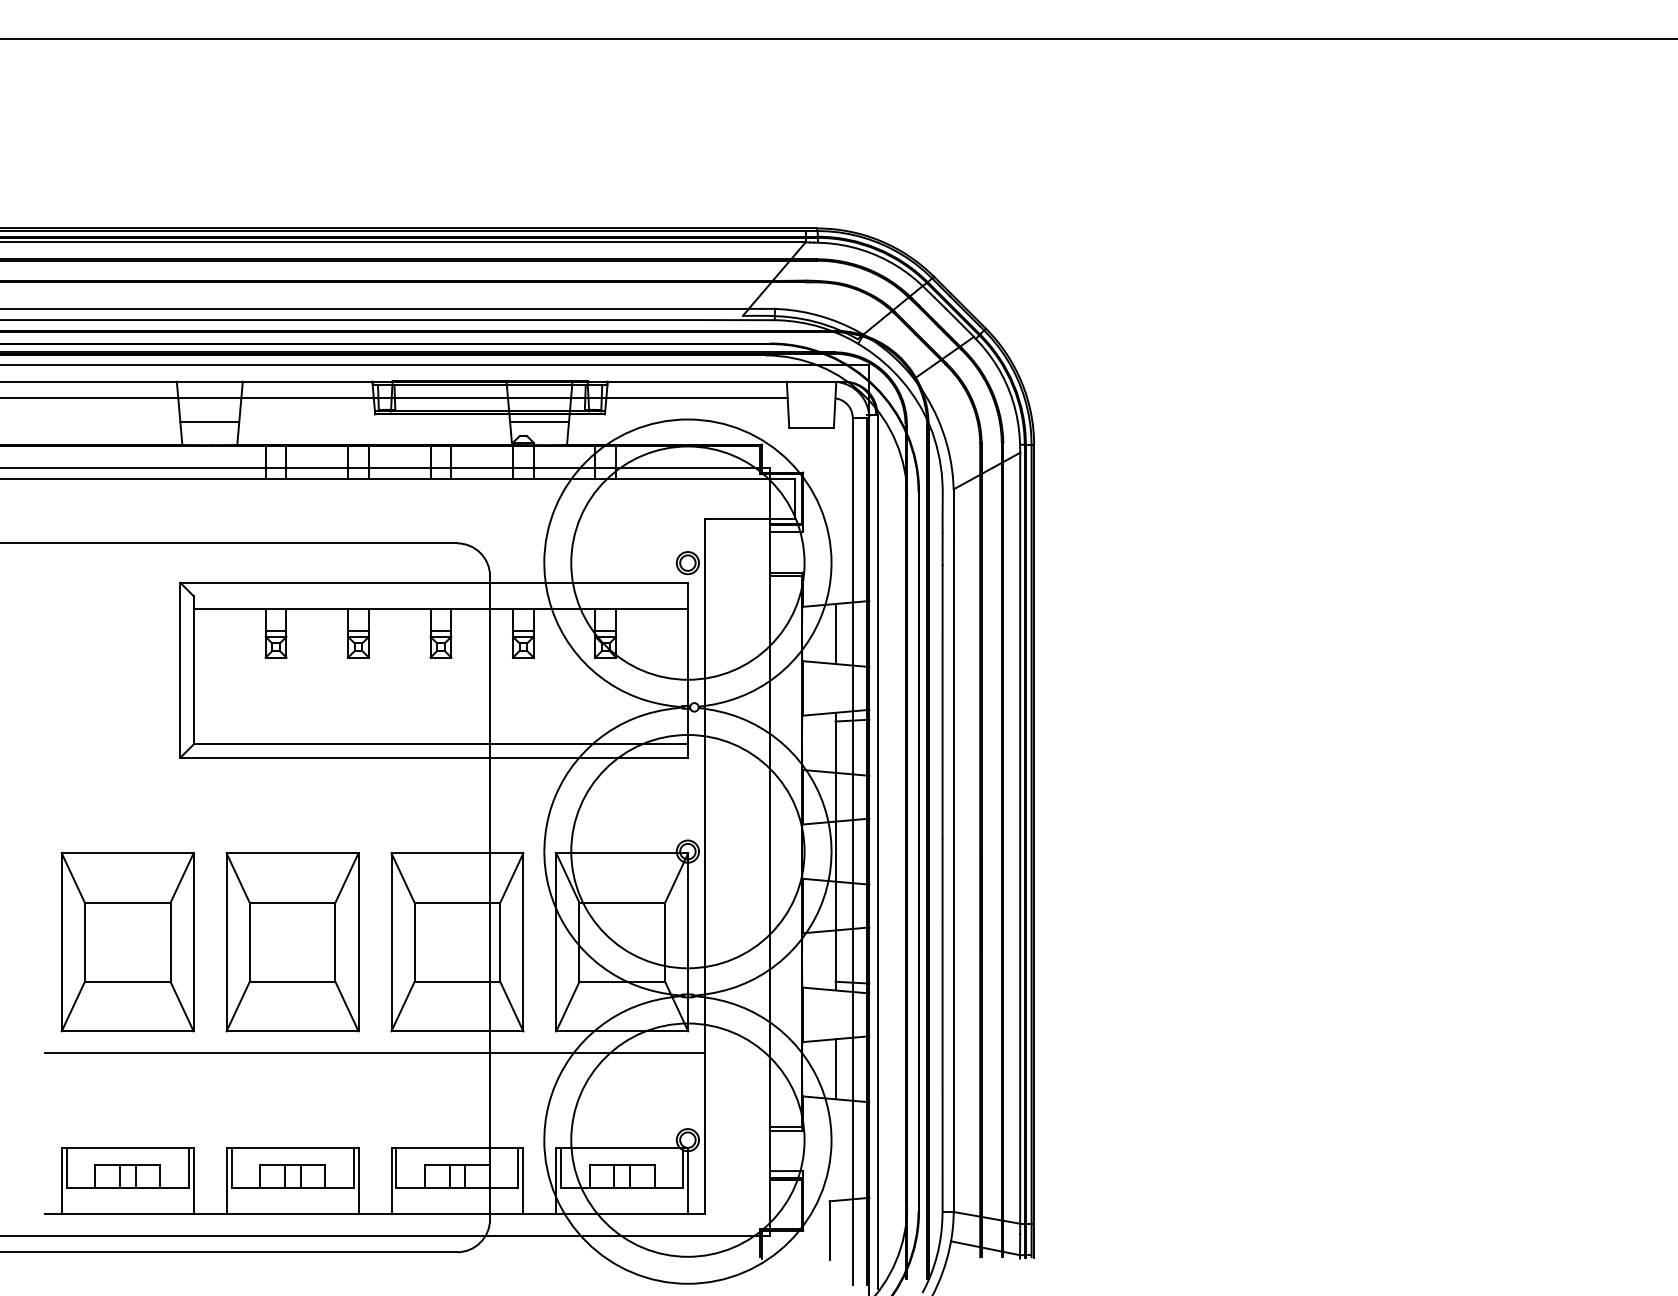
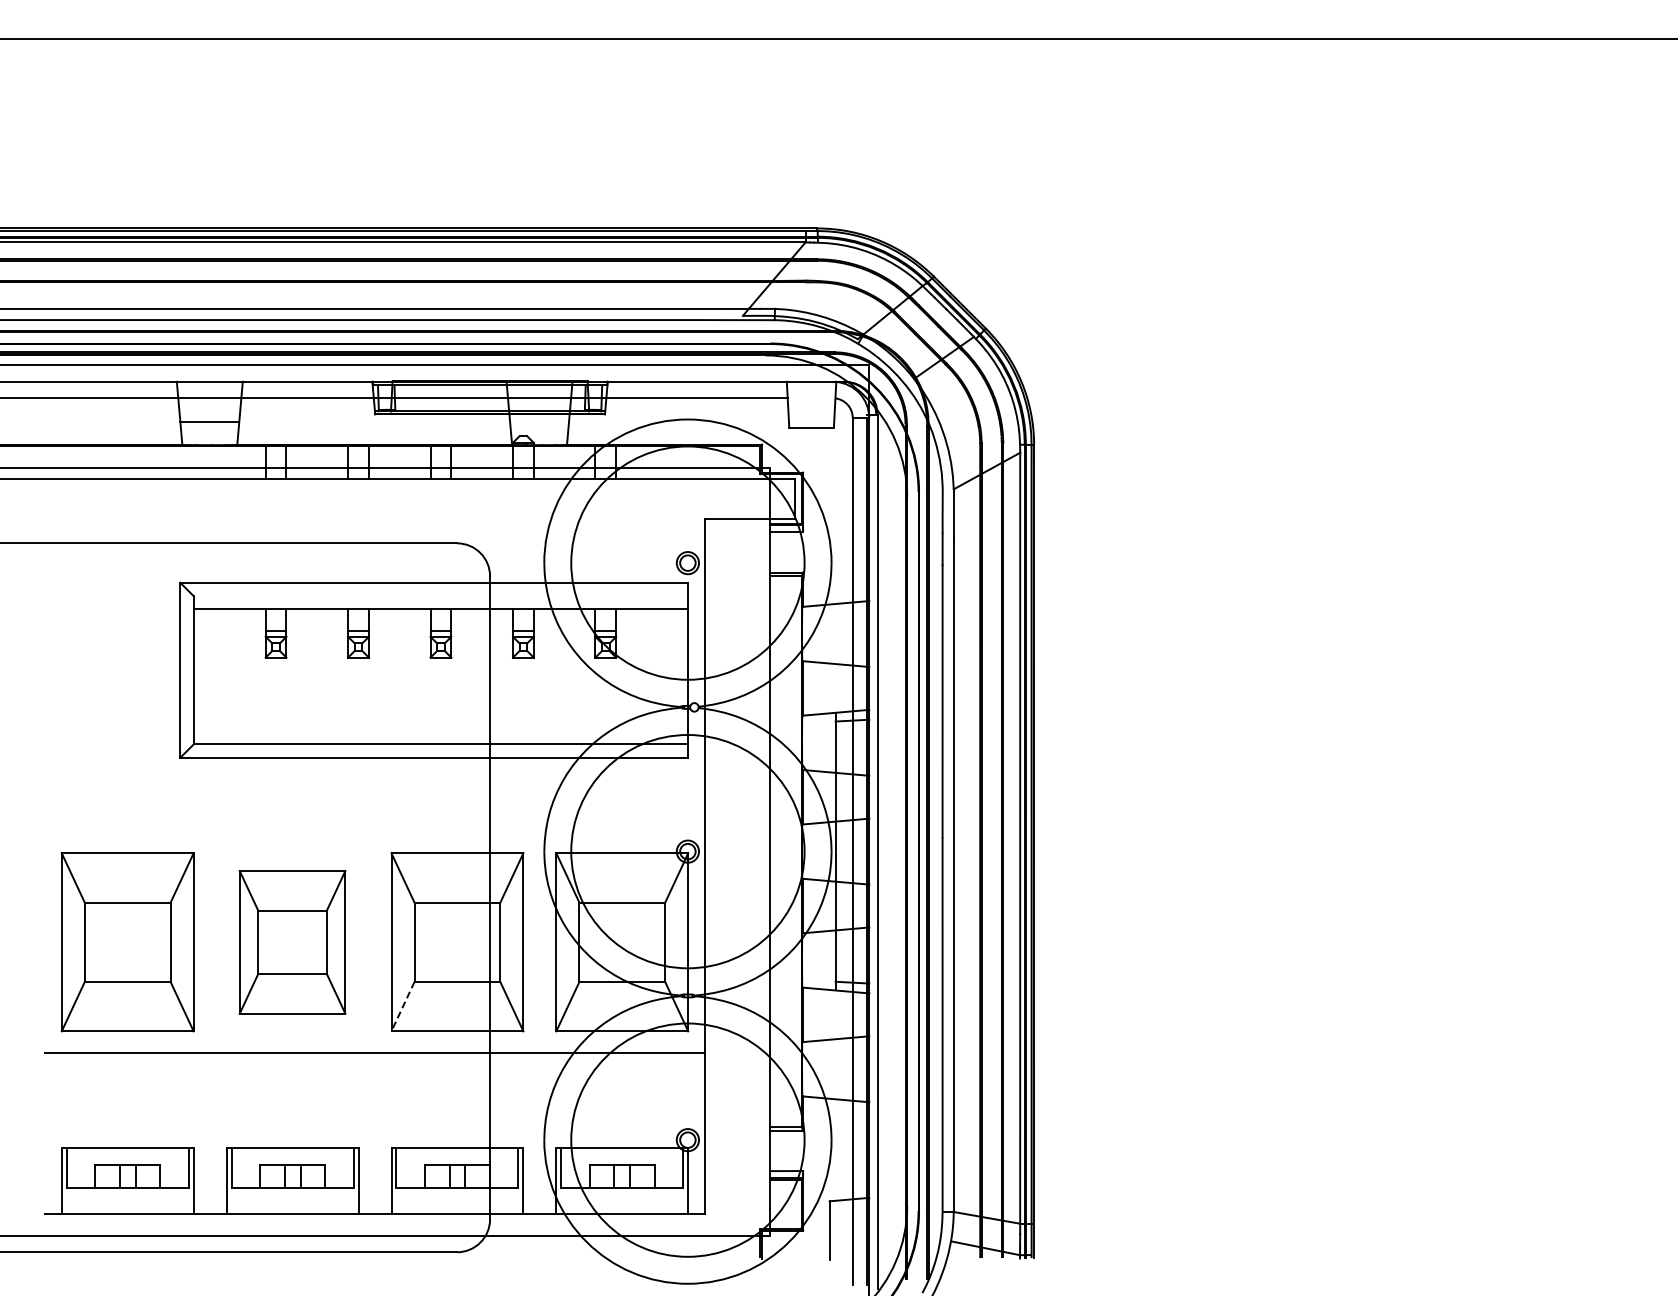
line at (539, 421): present -> none
line at (835, 633): present -> none
part at (292, 942) size: 135x181 px -> 109x145 px
line at (402, 1007): solid -> dashed
line at (835, 1069): present -> none
